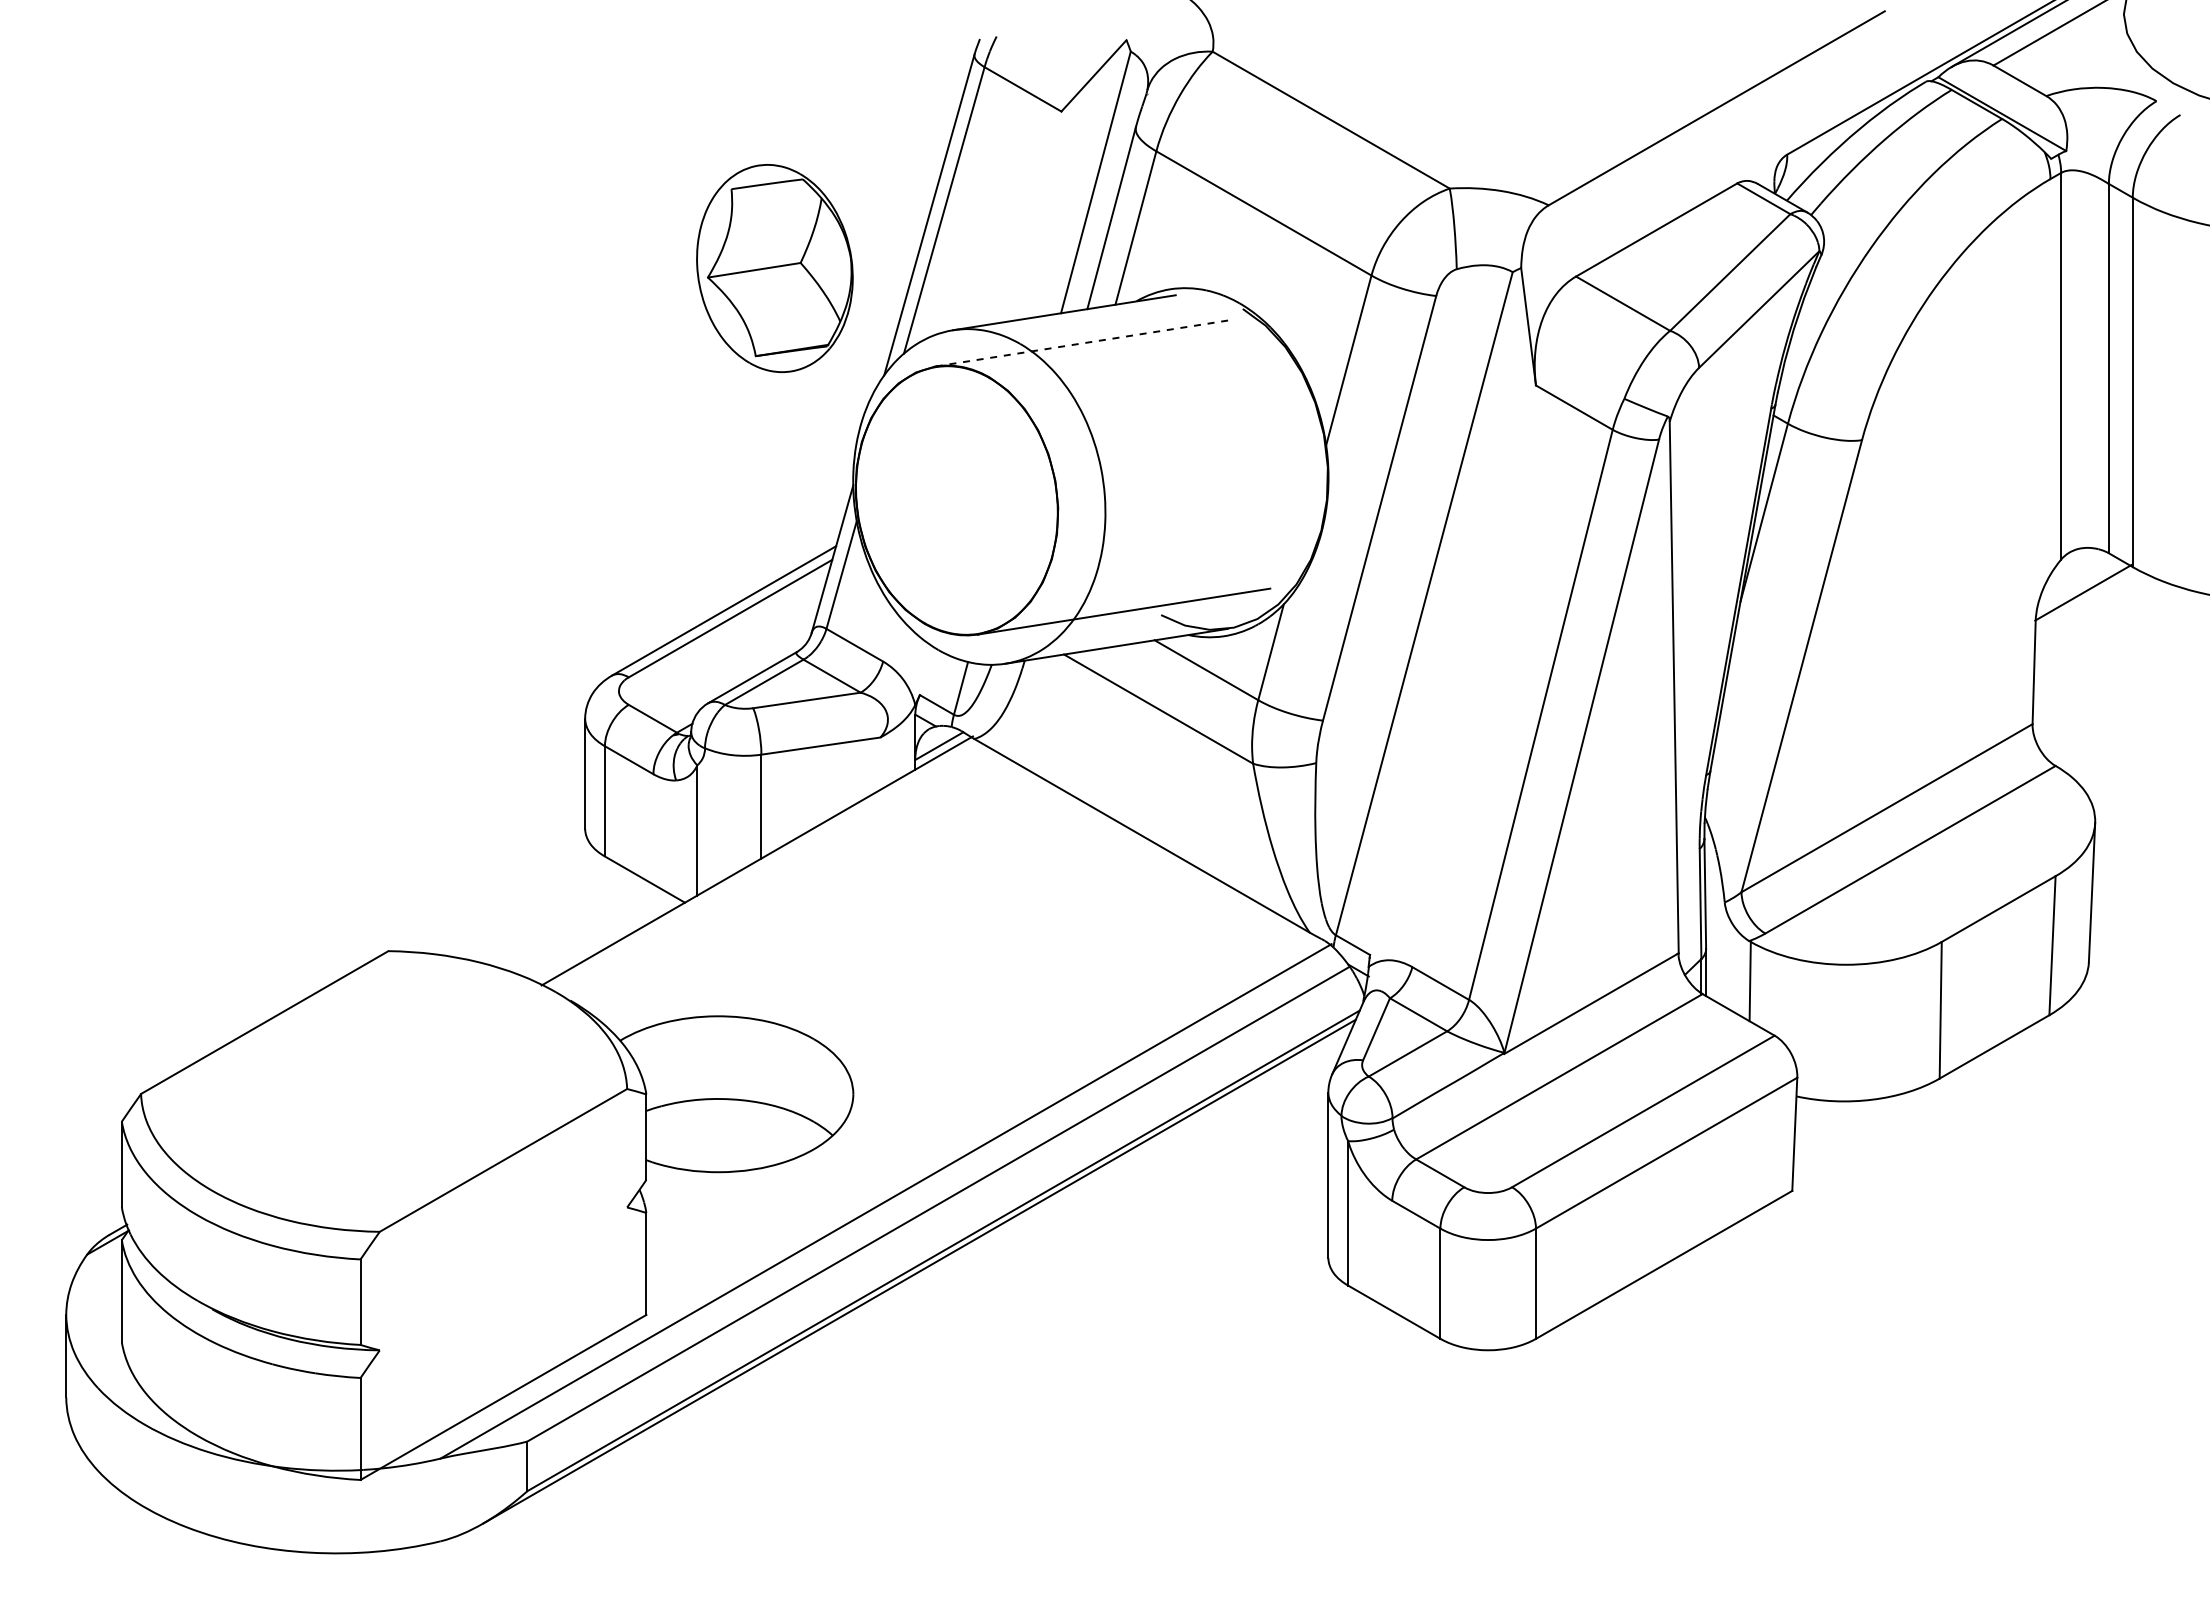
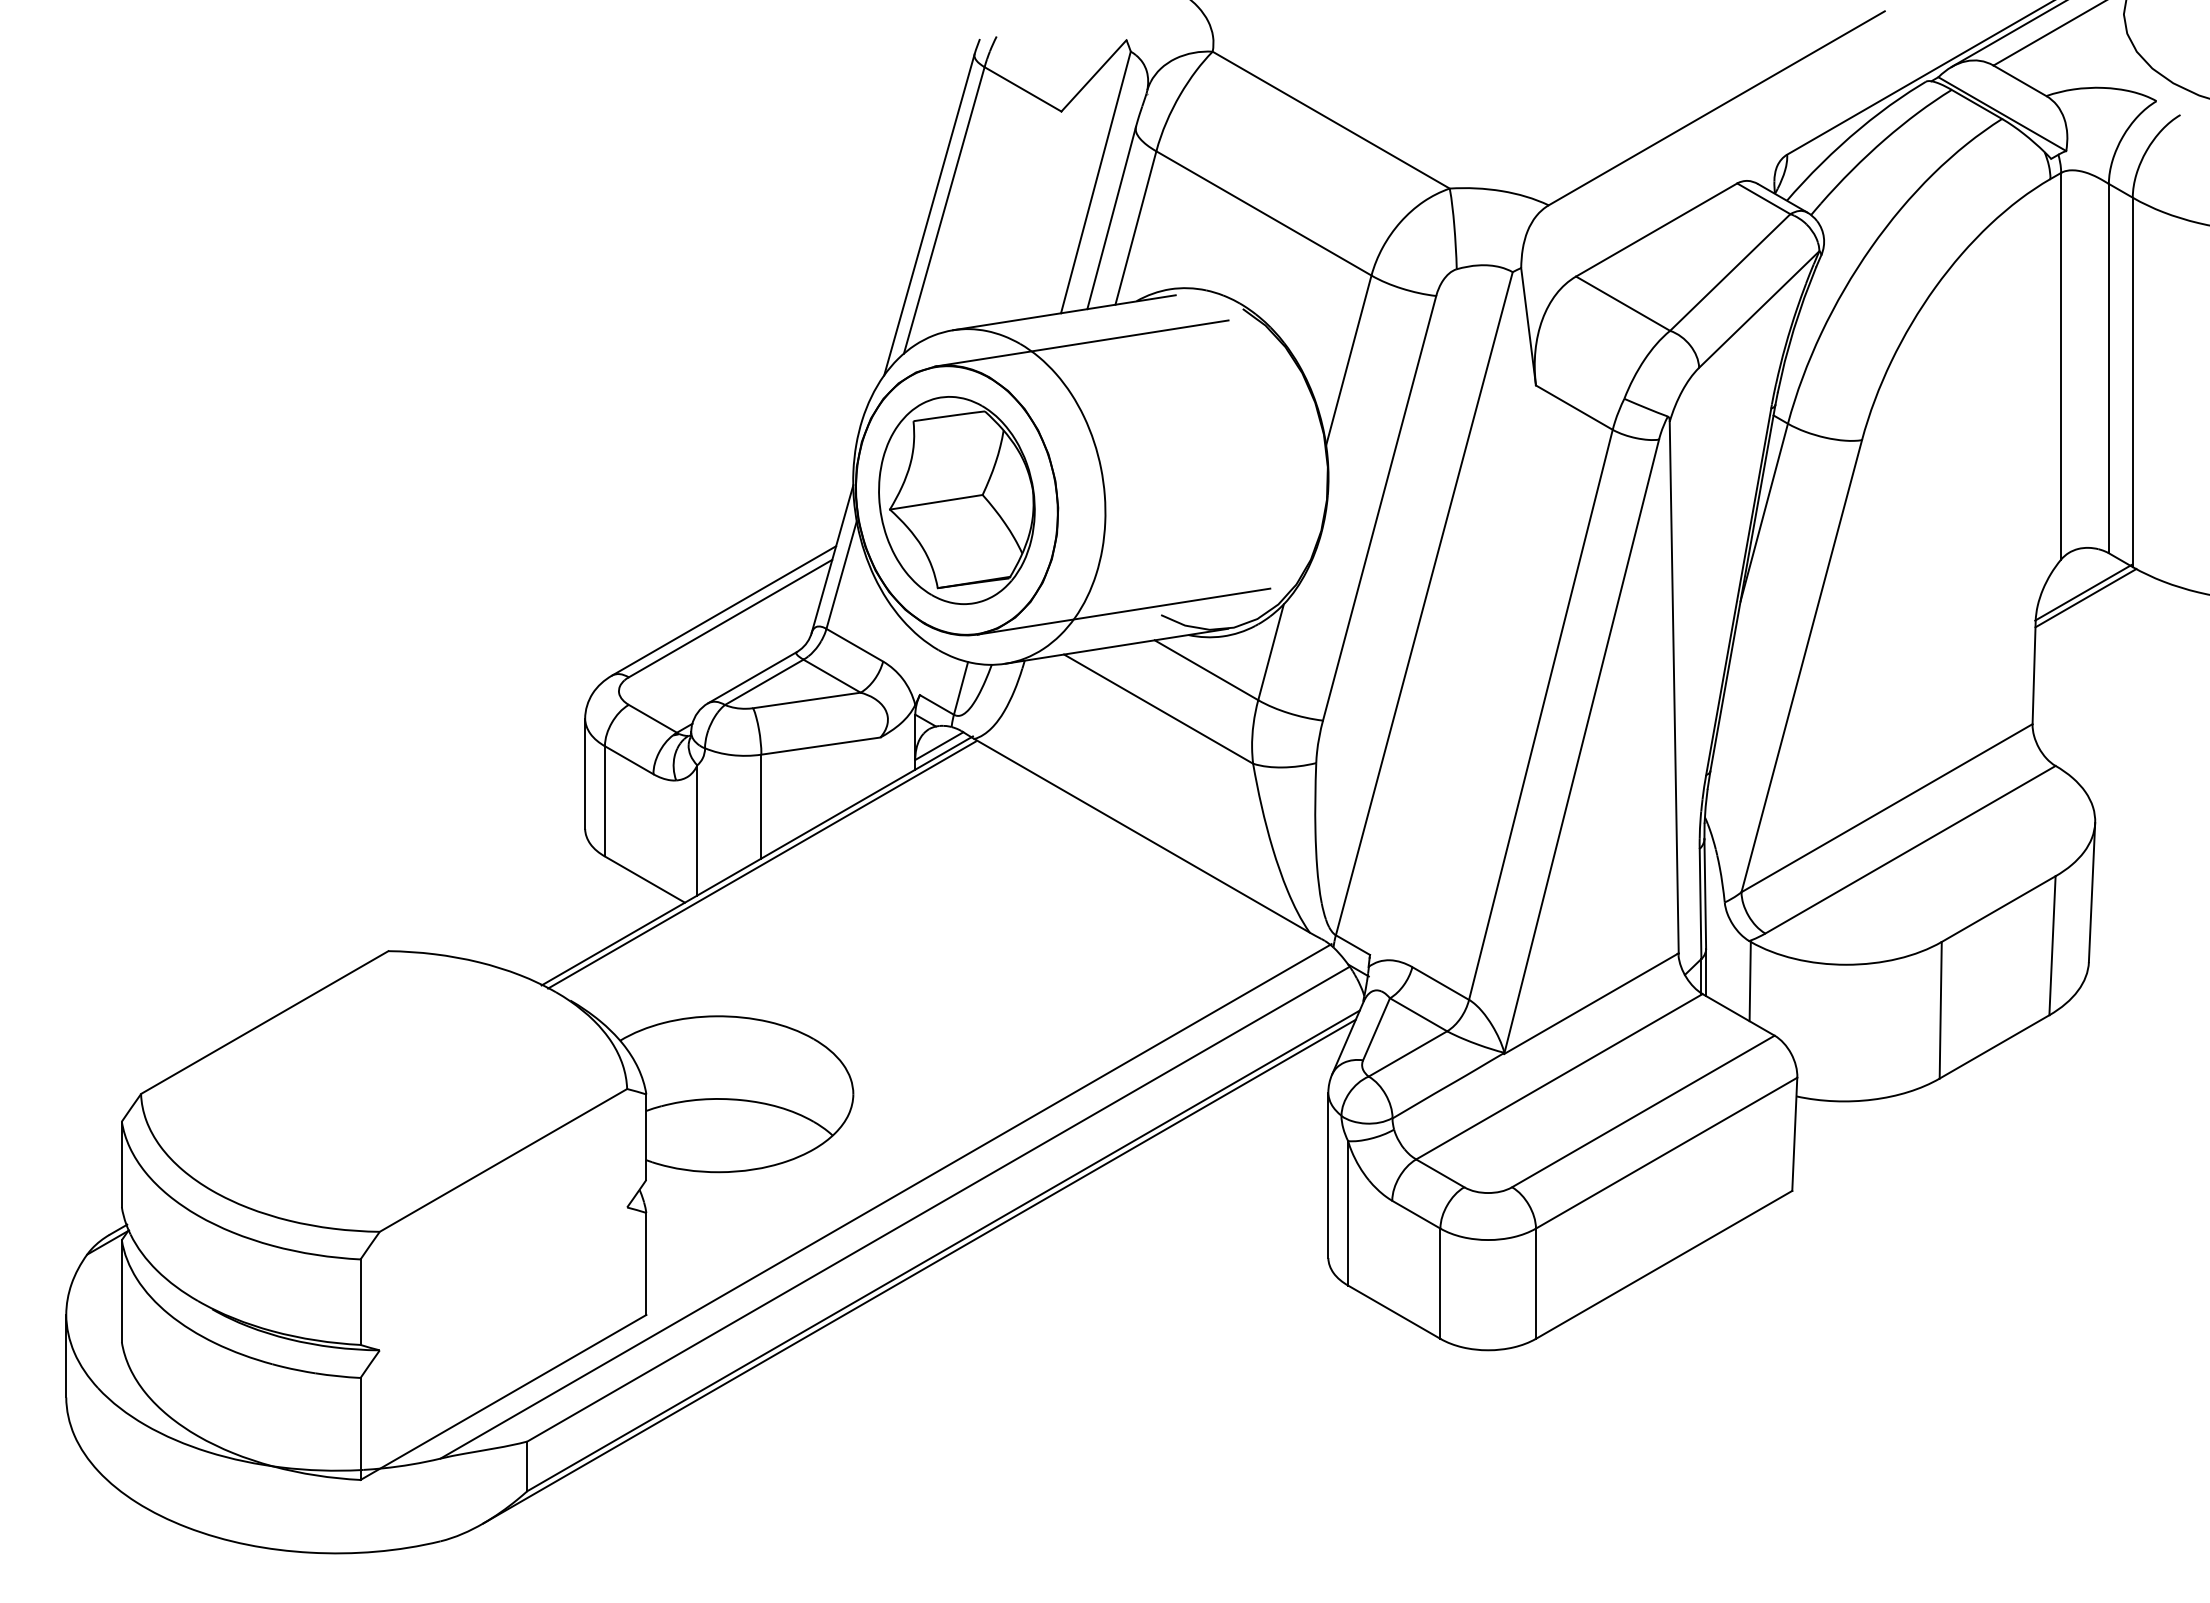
part at (774, 268) position: (774, 268) -> (956, 500)
line at (1082, 343): dashed -> solid
line at (2085, 598): none -> present
line at (761, 864): none -> present
